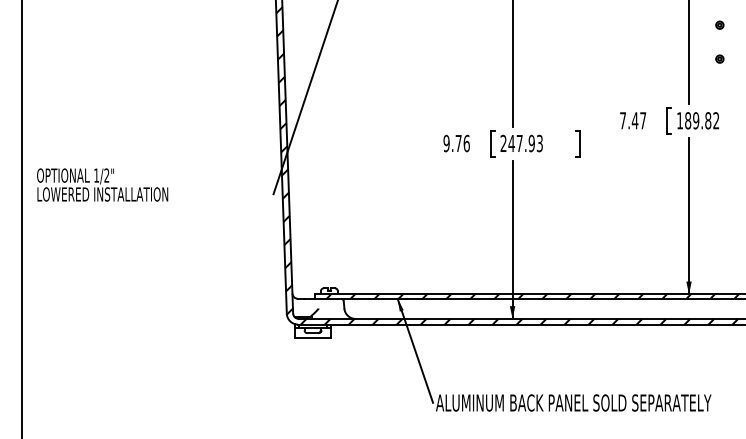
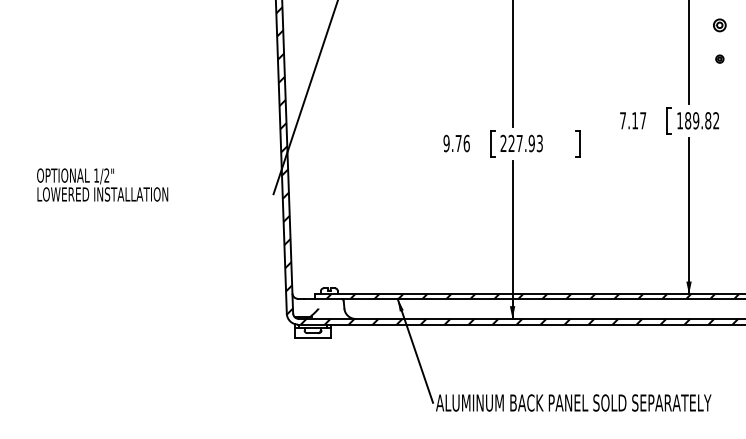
part at (719, 24) size: 10x10 px -> 14x15 px
text at (634, 120): 7.47 -> 7.17
text at (511, 142): 247.93 -> 227.93
line at (22, 218): present -> none
